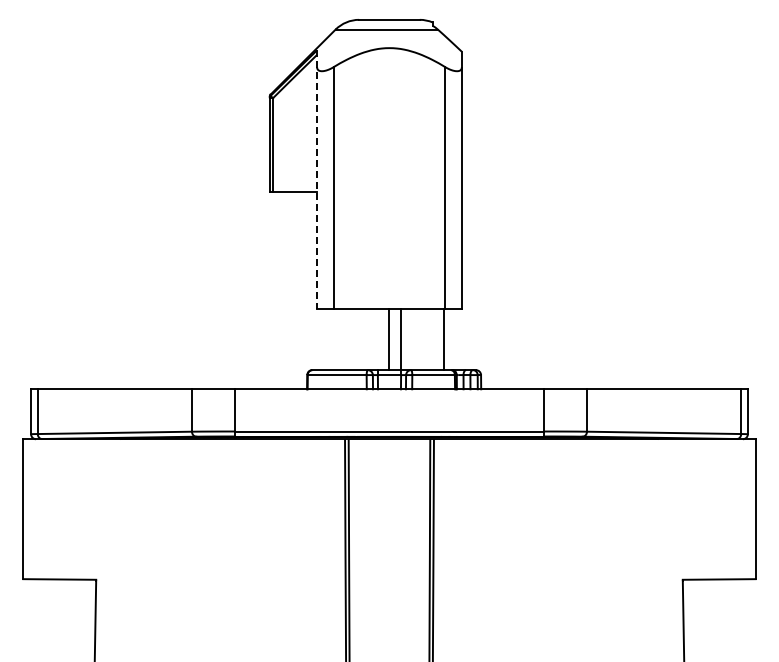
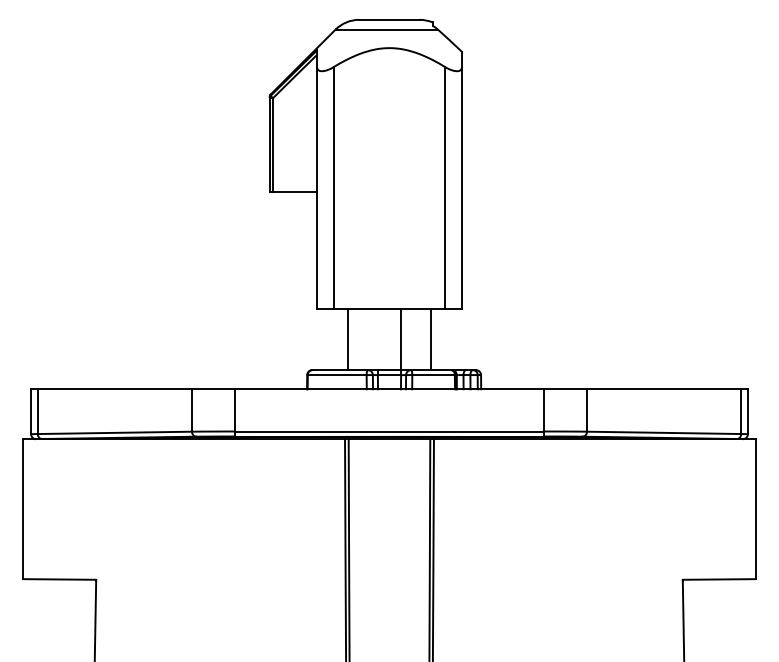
line at (317, 179): dashed -> solid
line at (389, 339) position: (389, 339) -> (348, 339)
line at (443, 339) position: (443, 339) -> (430, 339)
